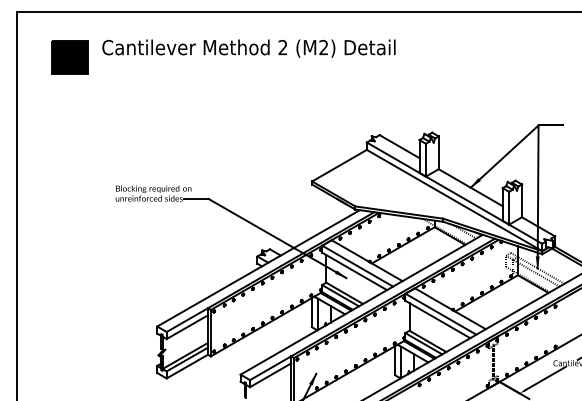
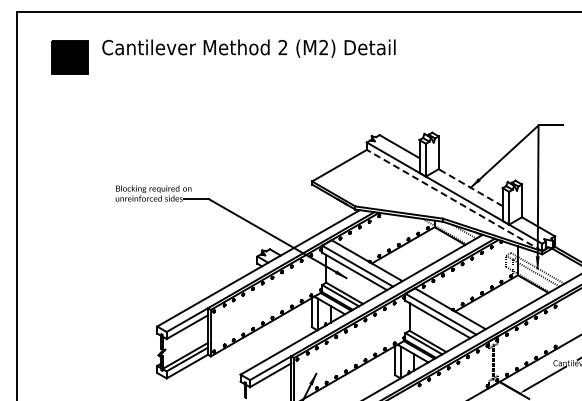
line at (470, 187): solid -> dashed
line at (454, 200): solid -> dashed
